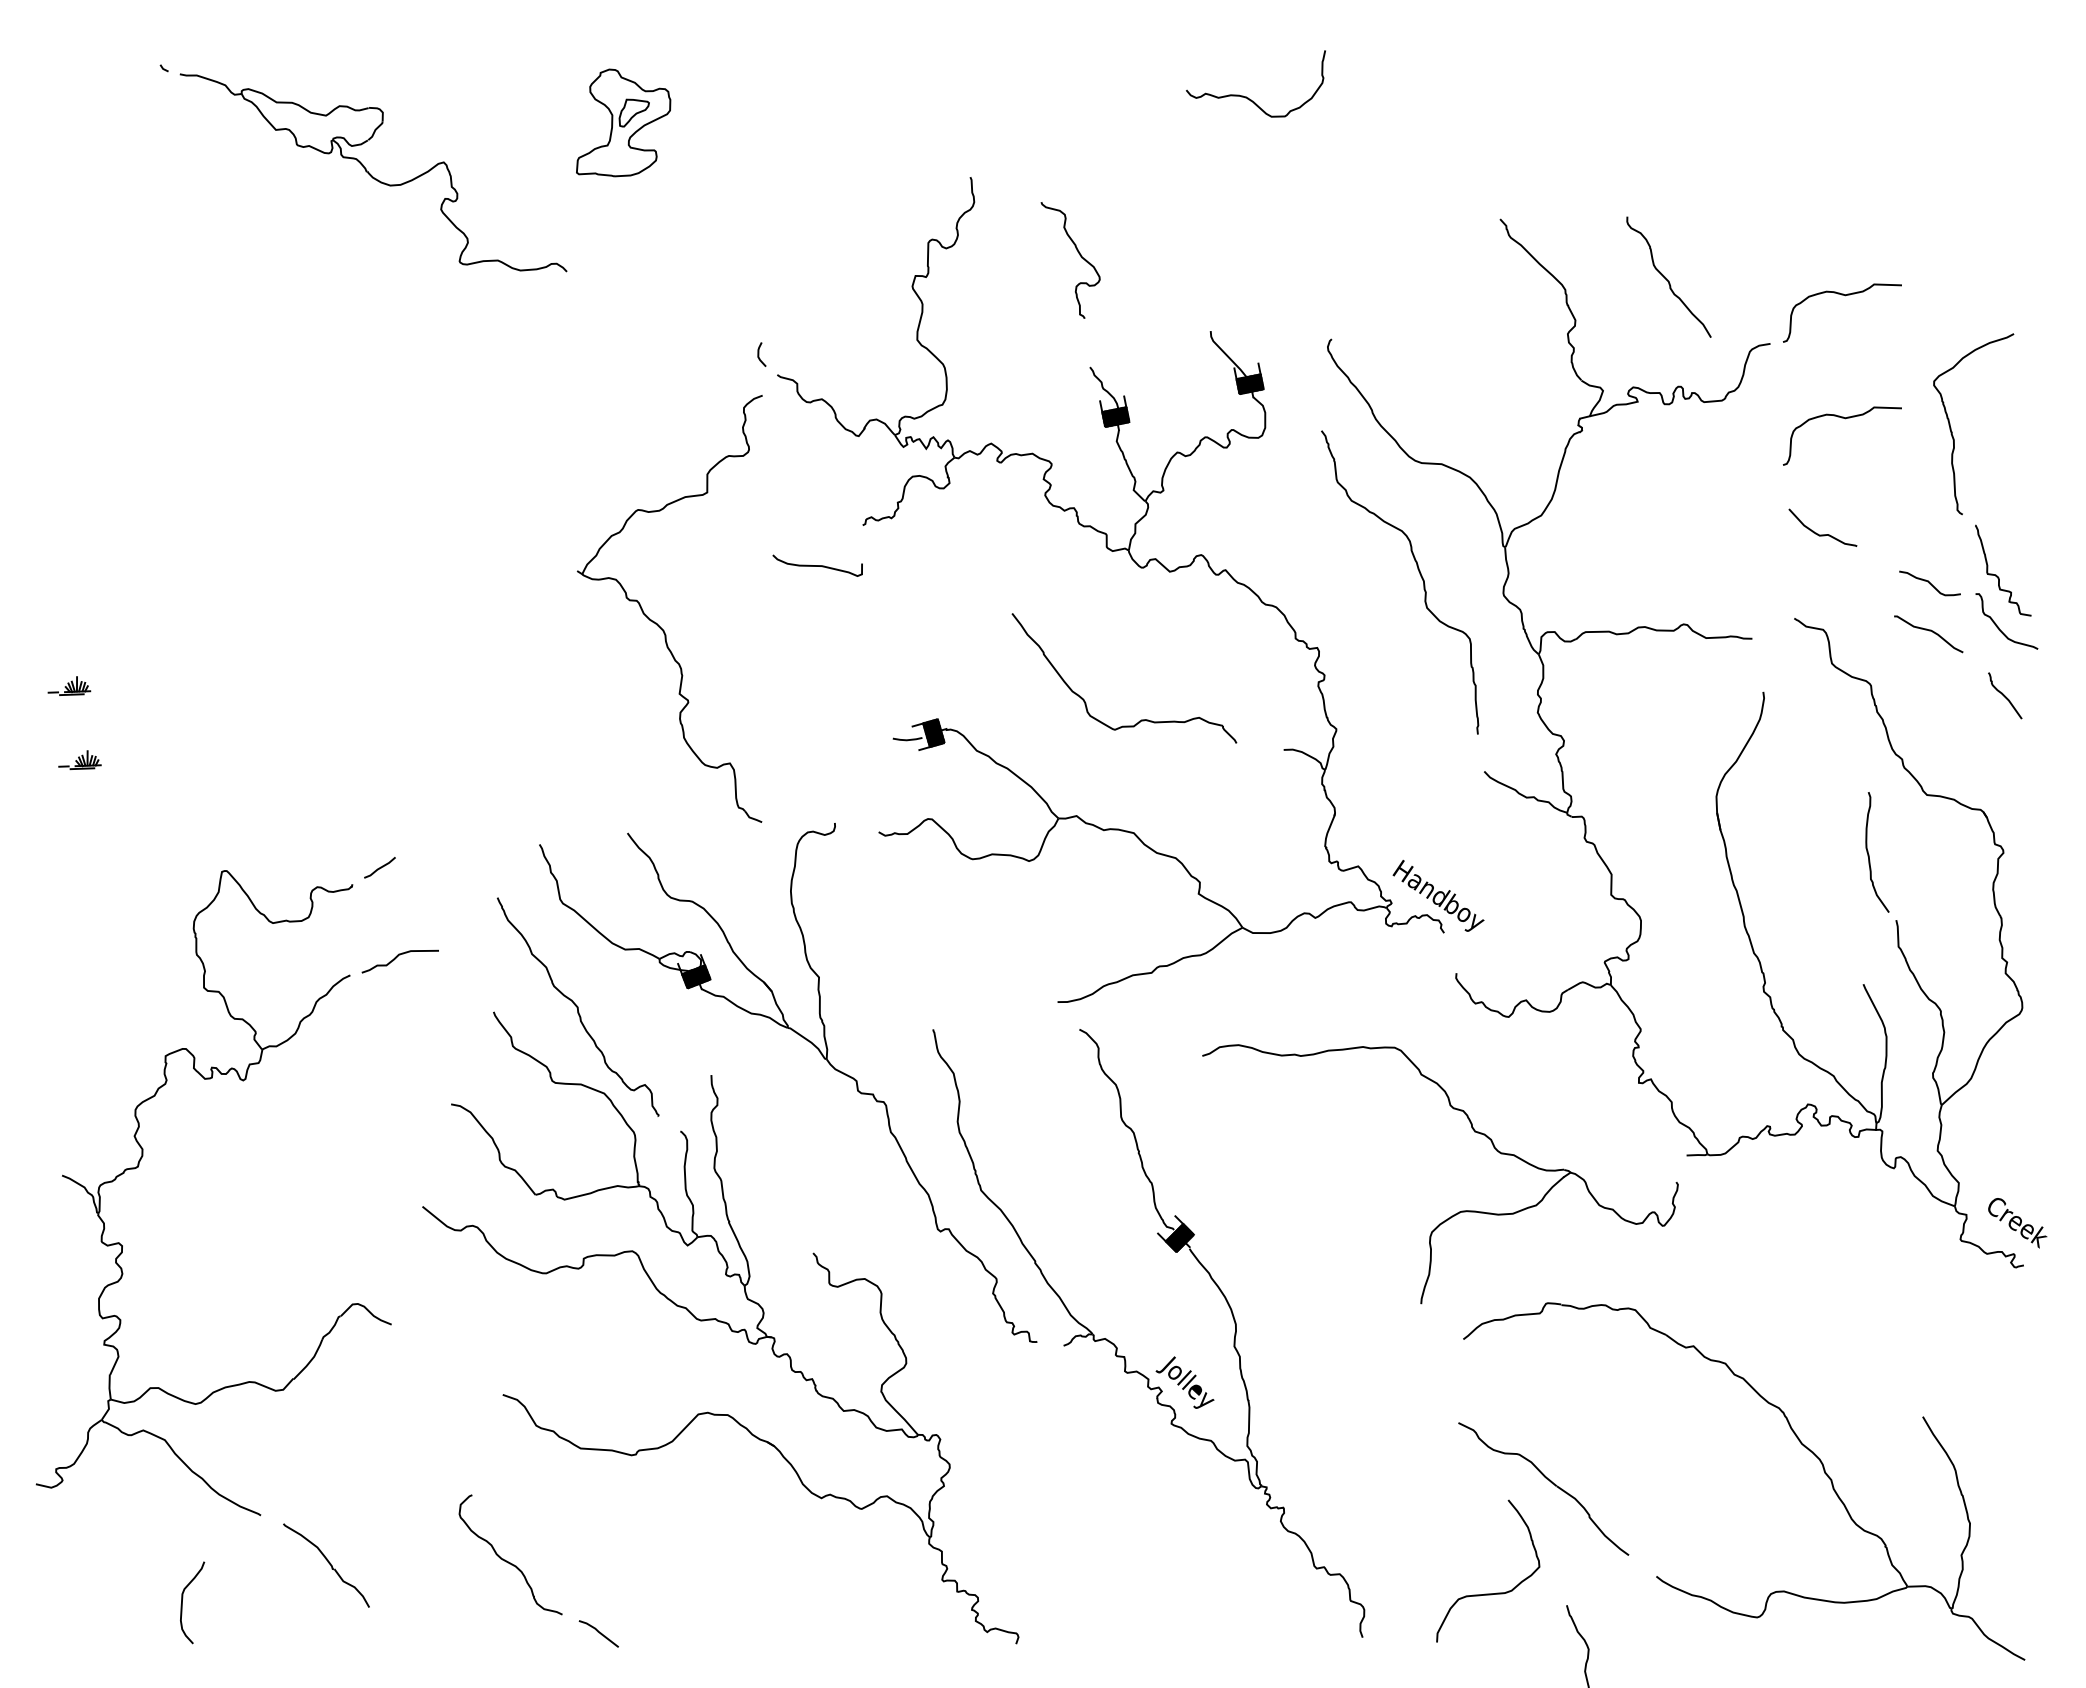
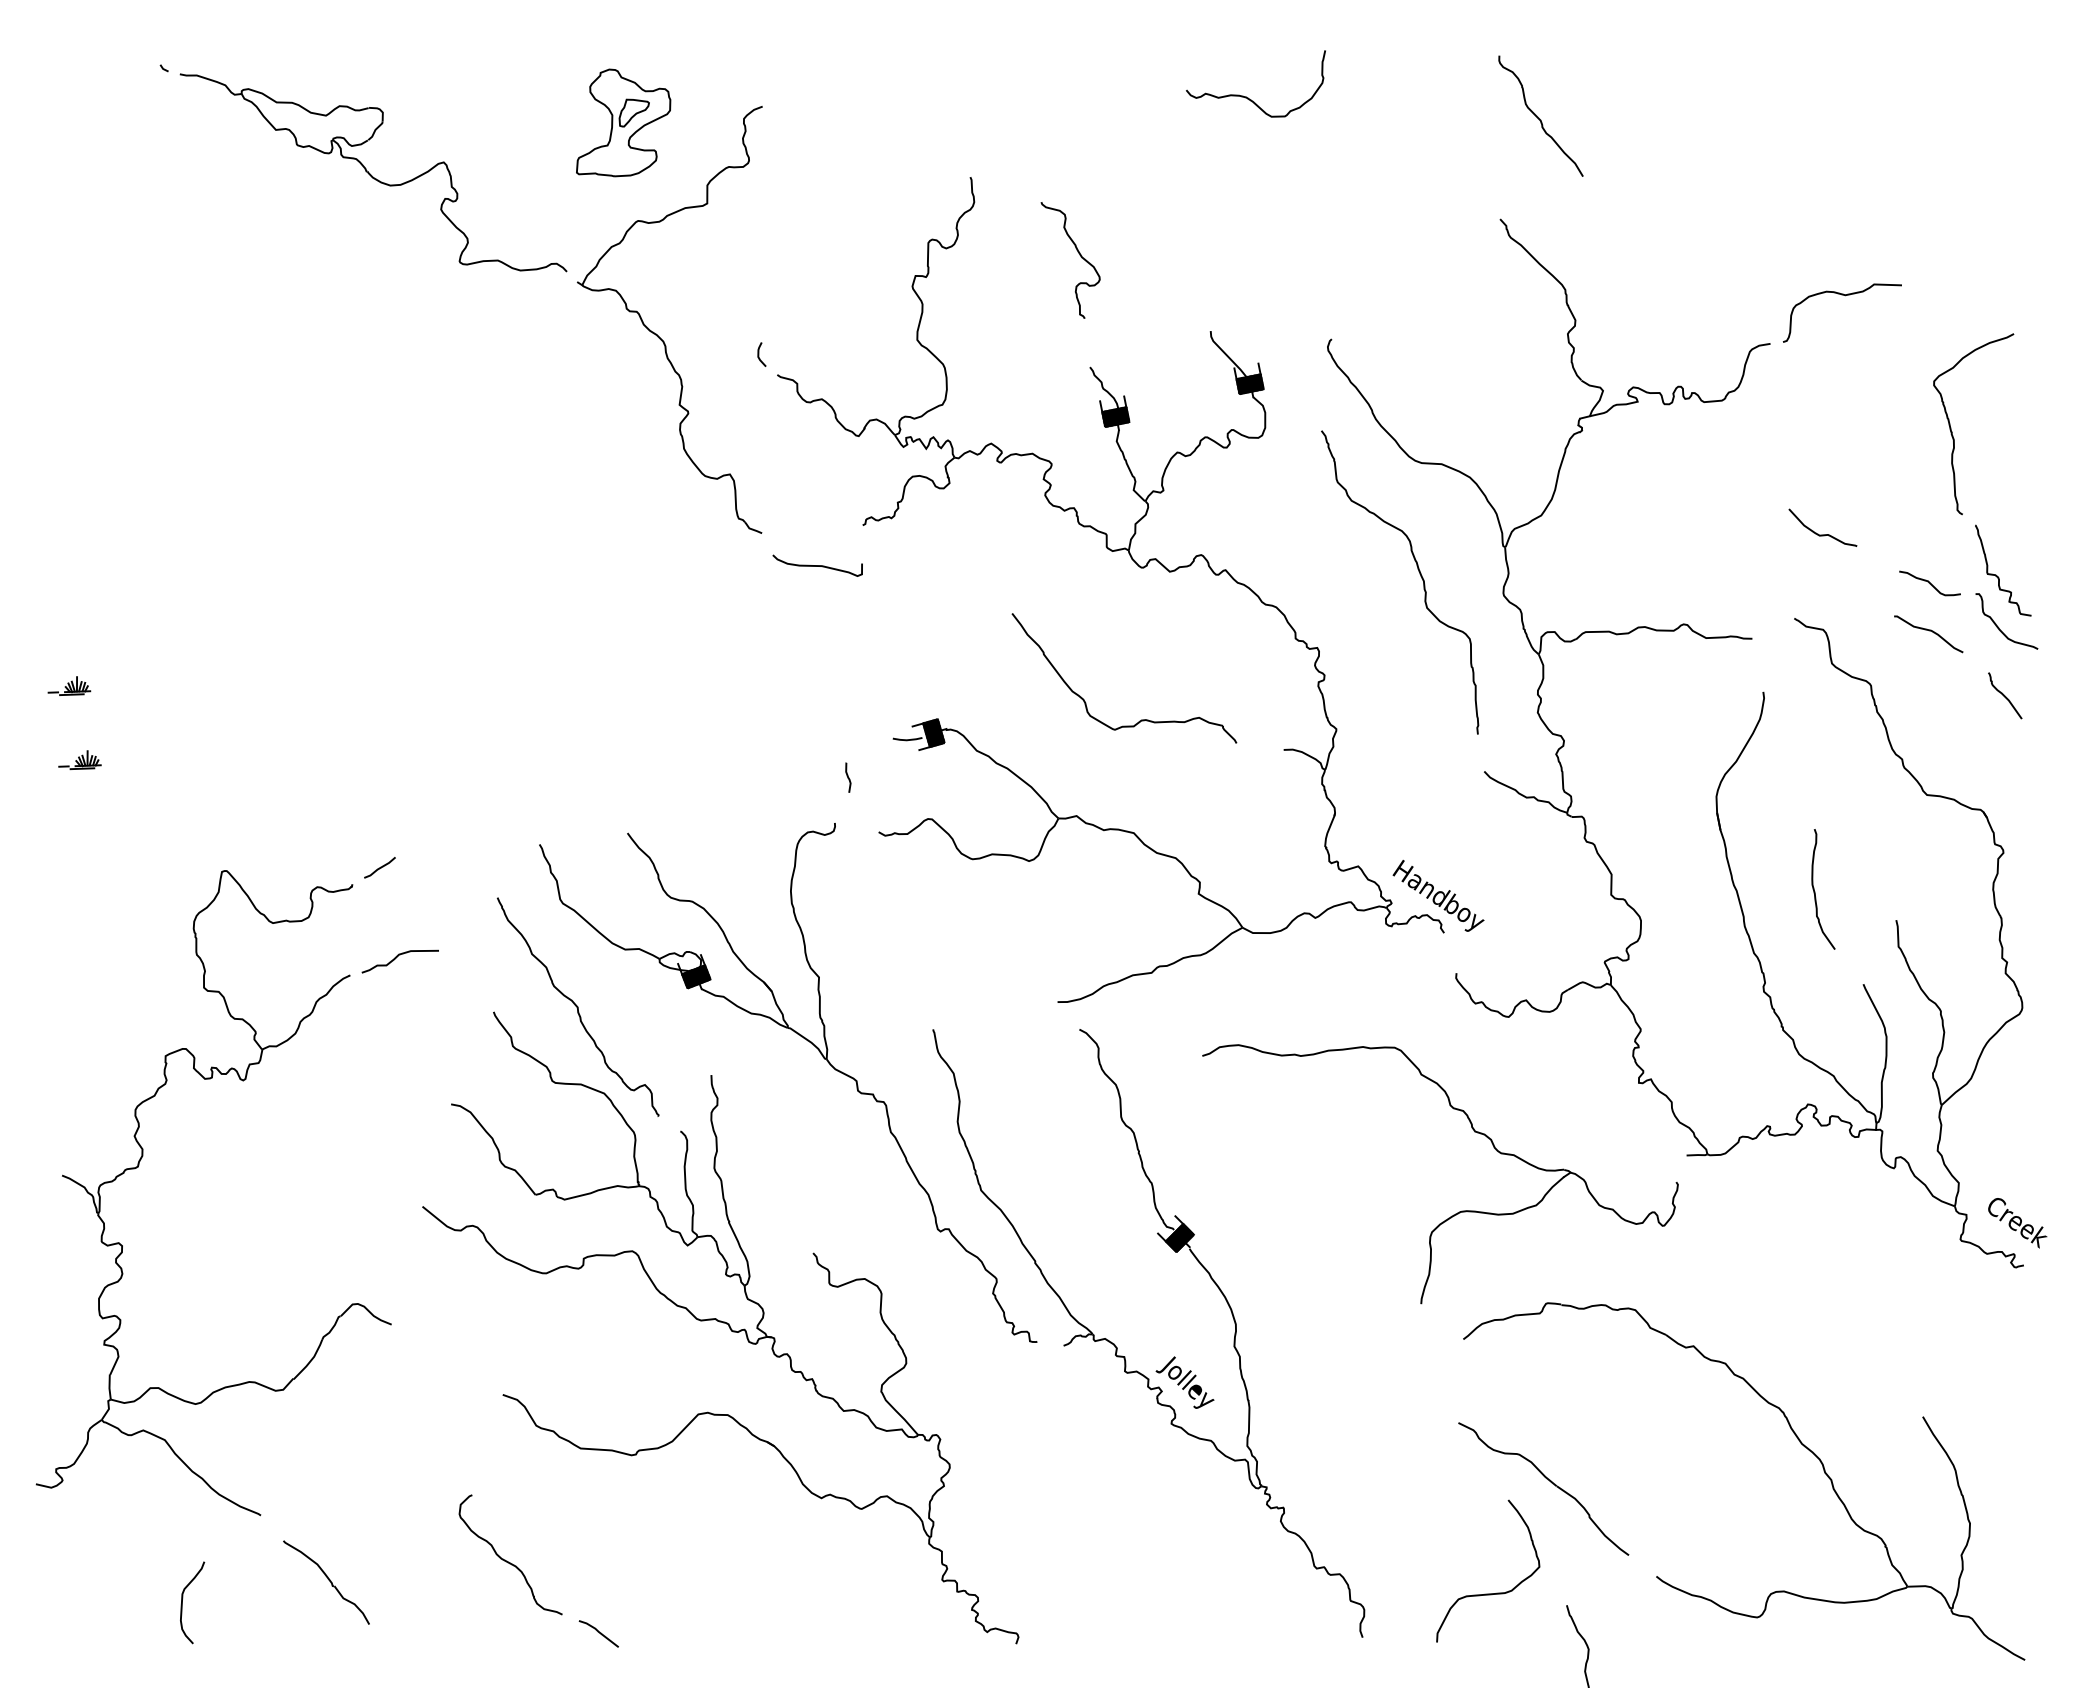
curve at (1666, 278) position: (1666, 278) -> (1538, 117)
curve at (1845, 419): present -> none
part at (656, 622) position: (656, 622) -> (656, 333)
curve at (848, 777): none -> present
curve at (1869, 854) position: (1869, 854) -> (1815, 891)
part at (326, 1565) position: (326, 1565) -> (326, 1582)
